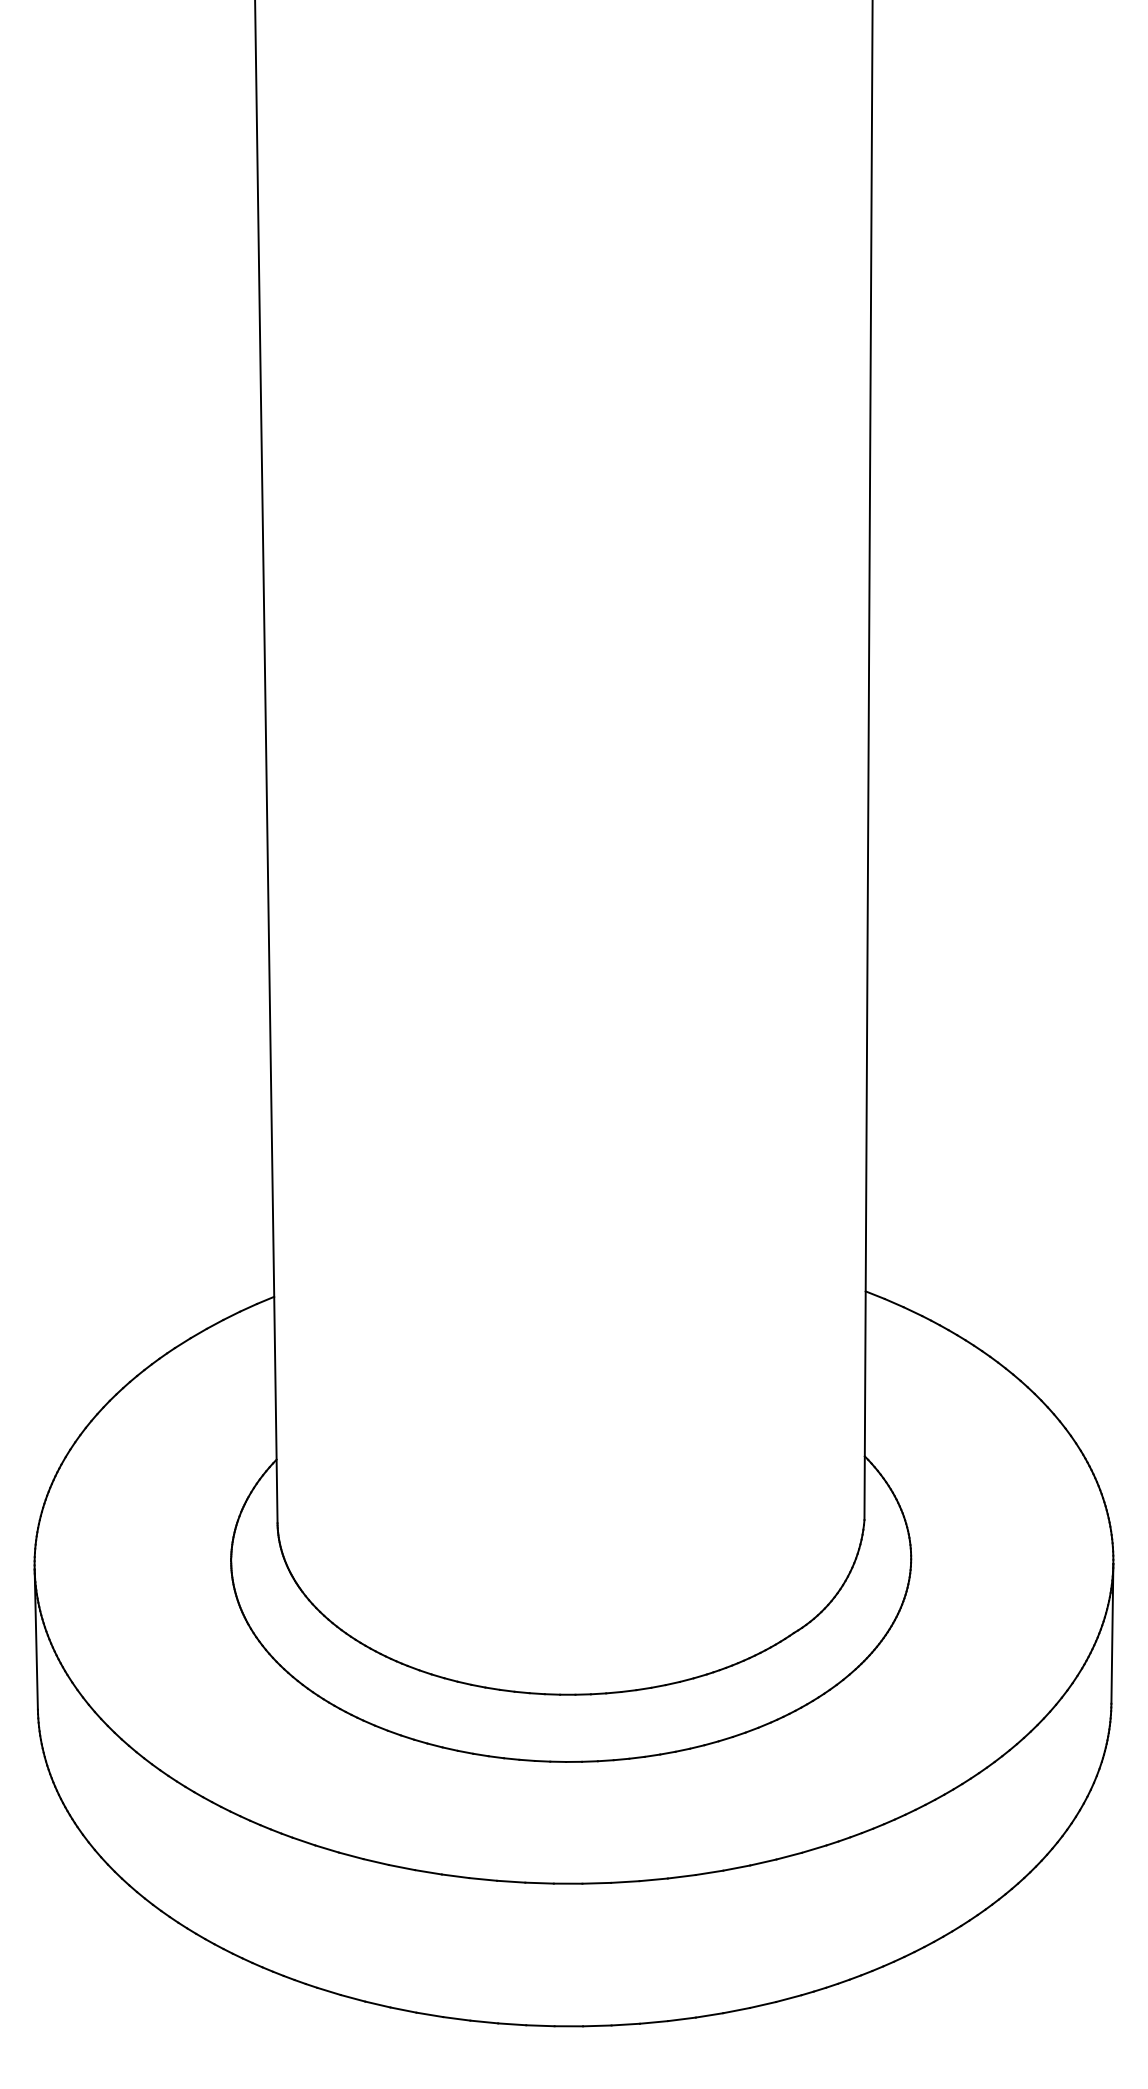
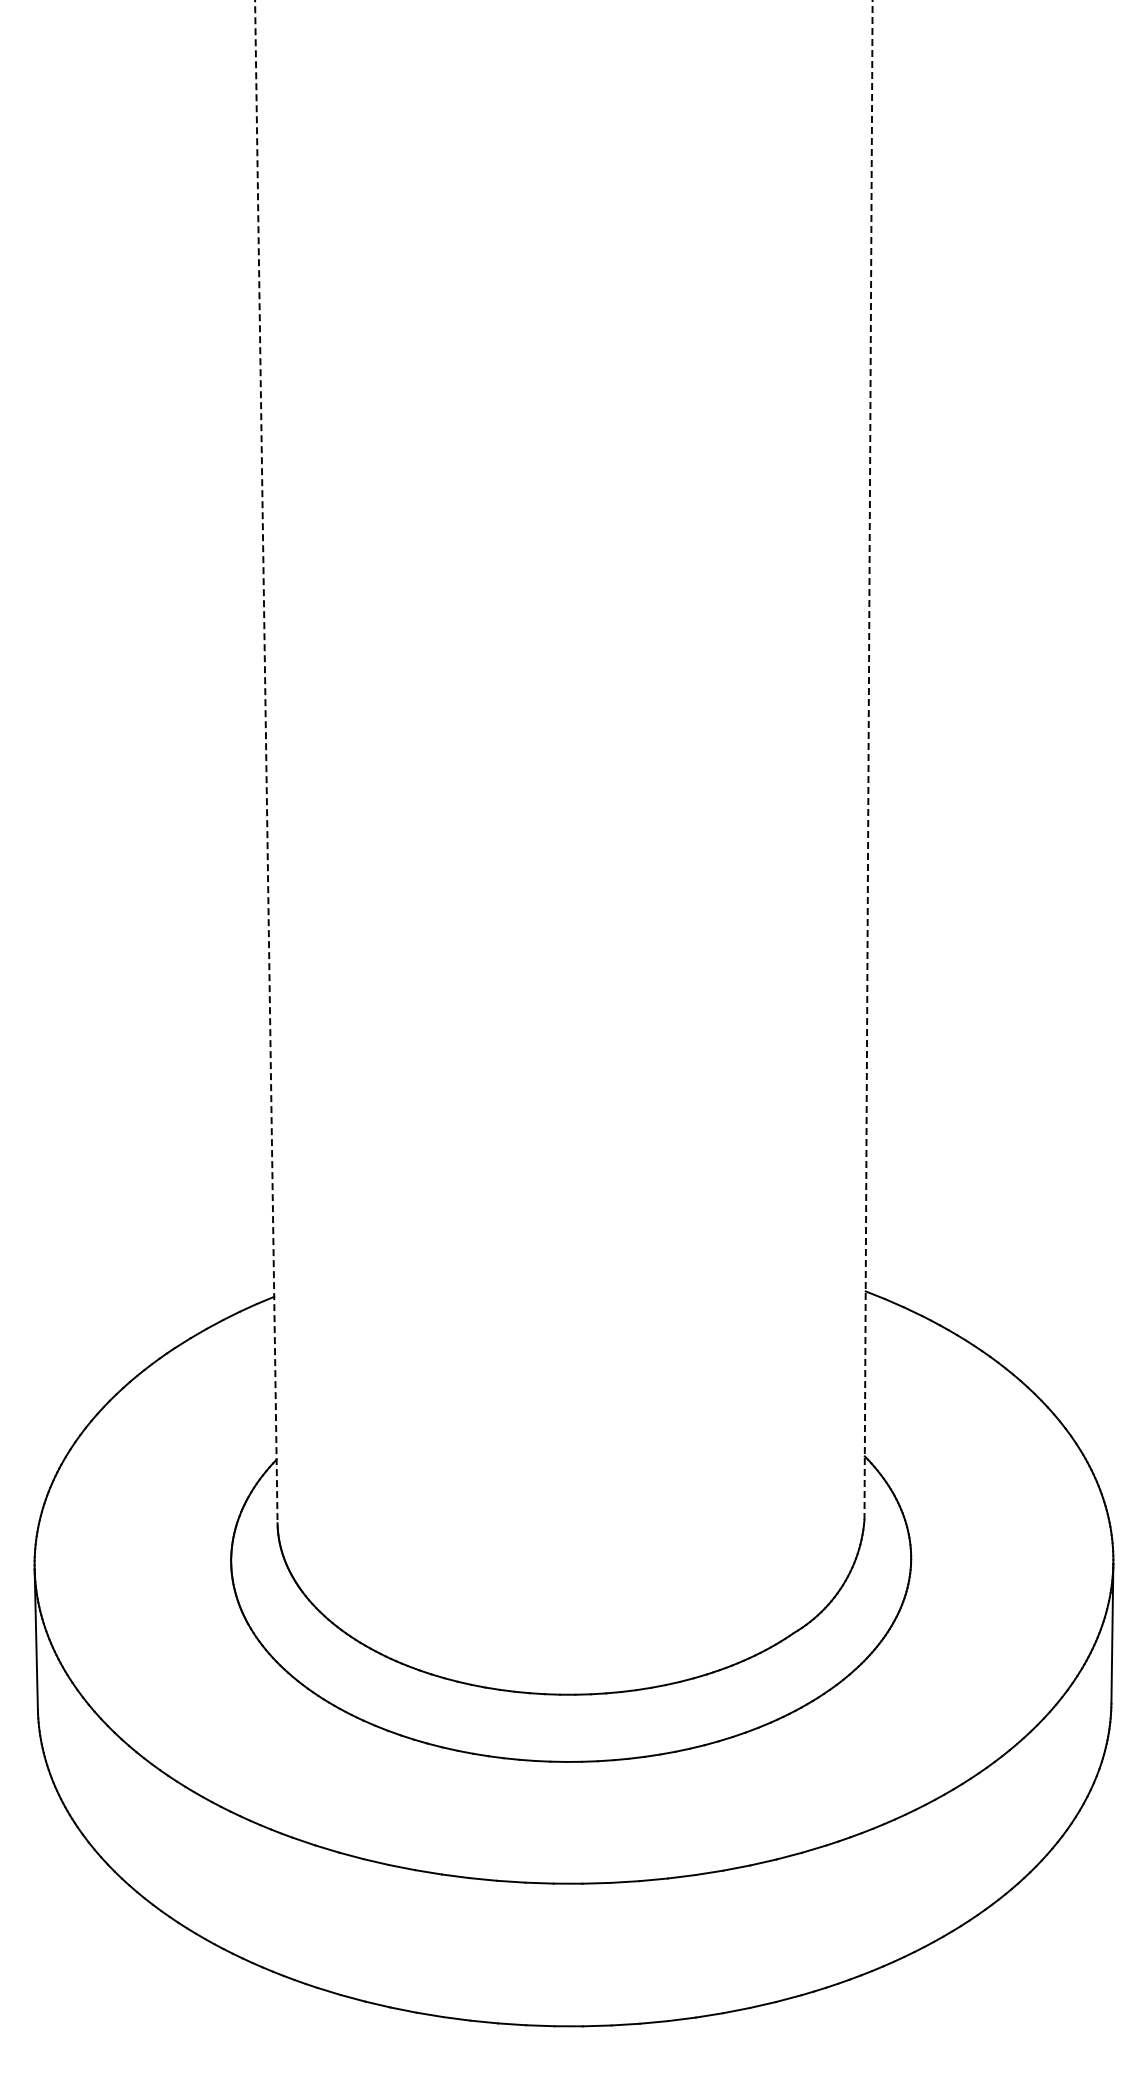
line at (868, 760): solid -> dashed
line at (266, 762): solid -> dashed
